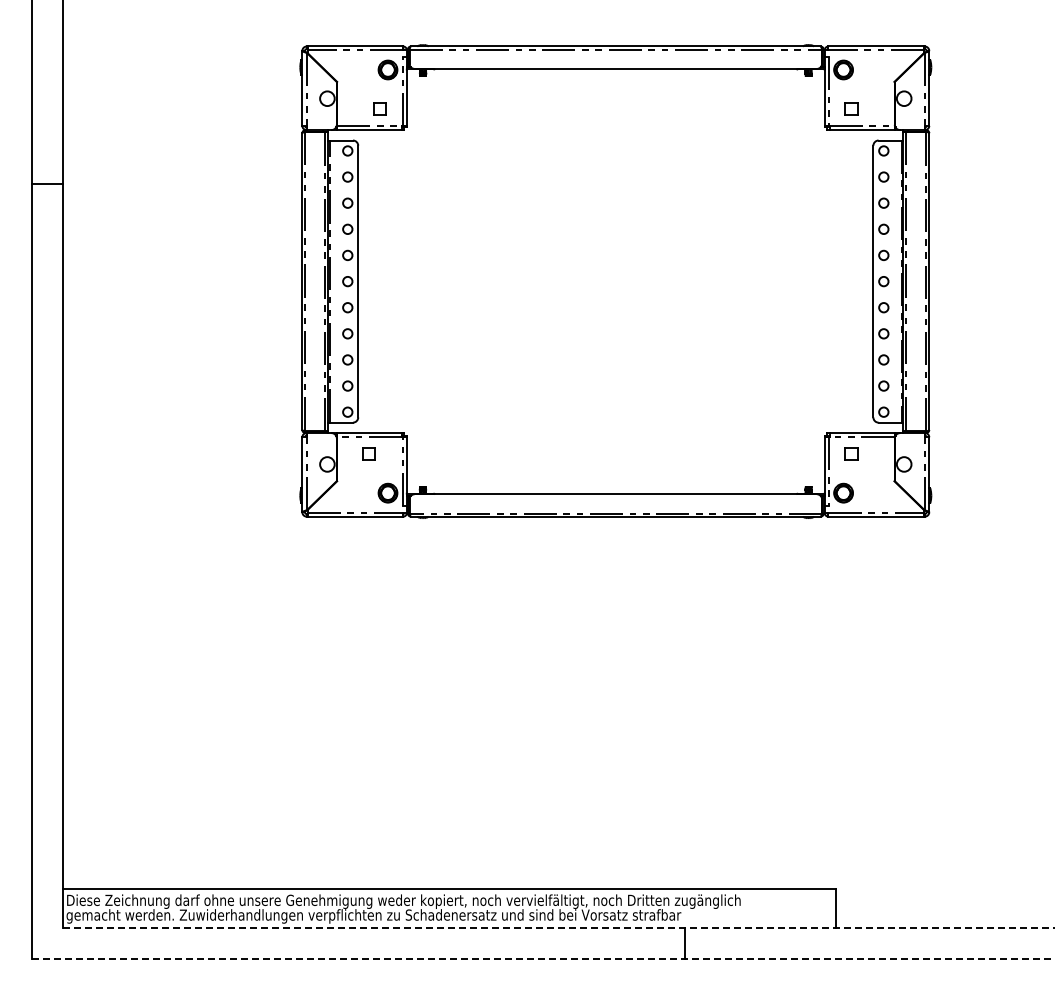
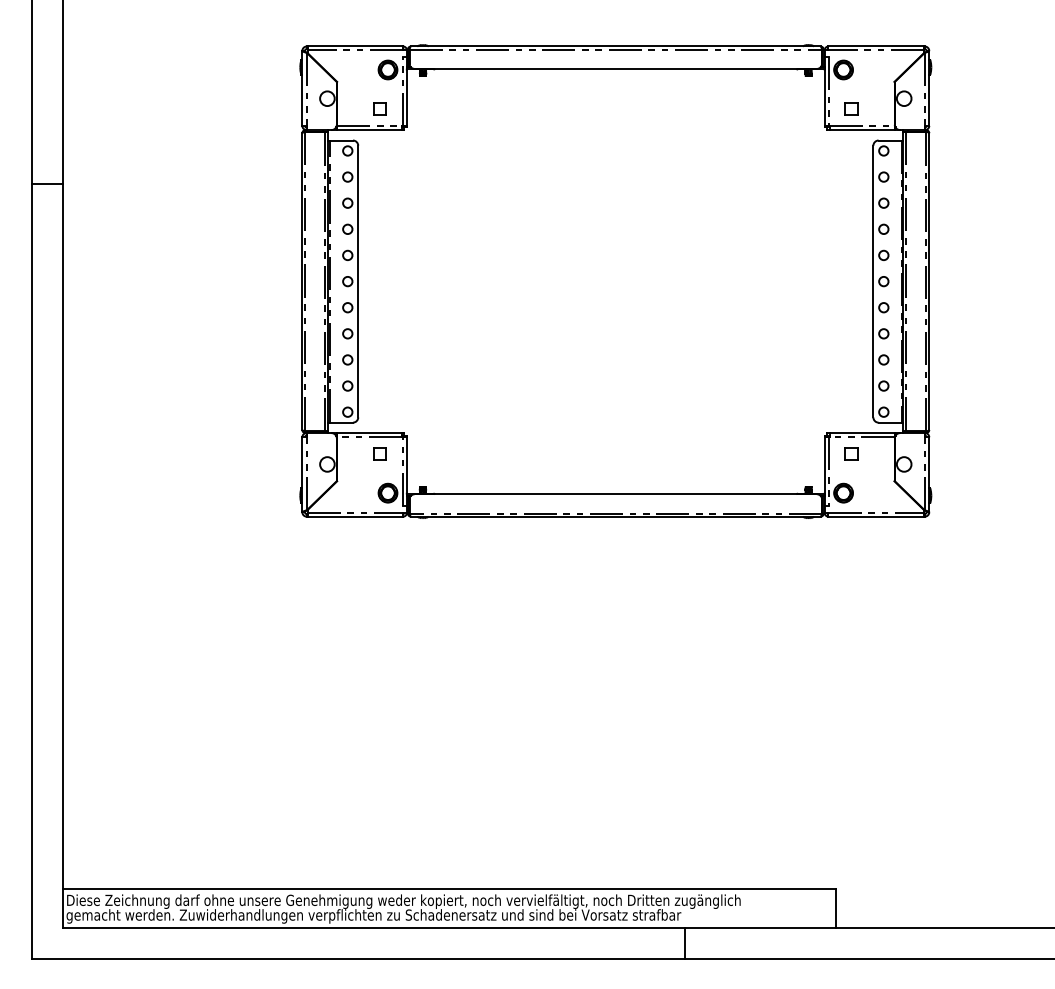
part at (368, 453) position: (368, 453) -> (379, 453)
line at (558, 928): dashed -> solid
line at (543, 959): dashed -> solid
